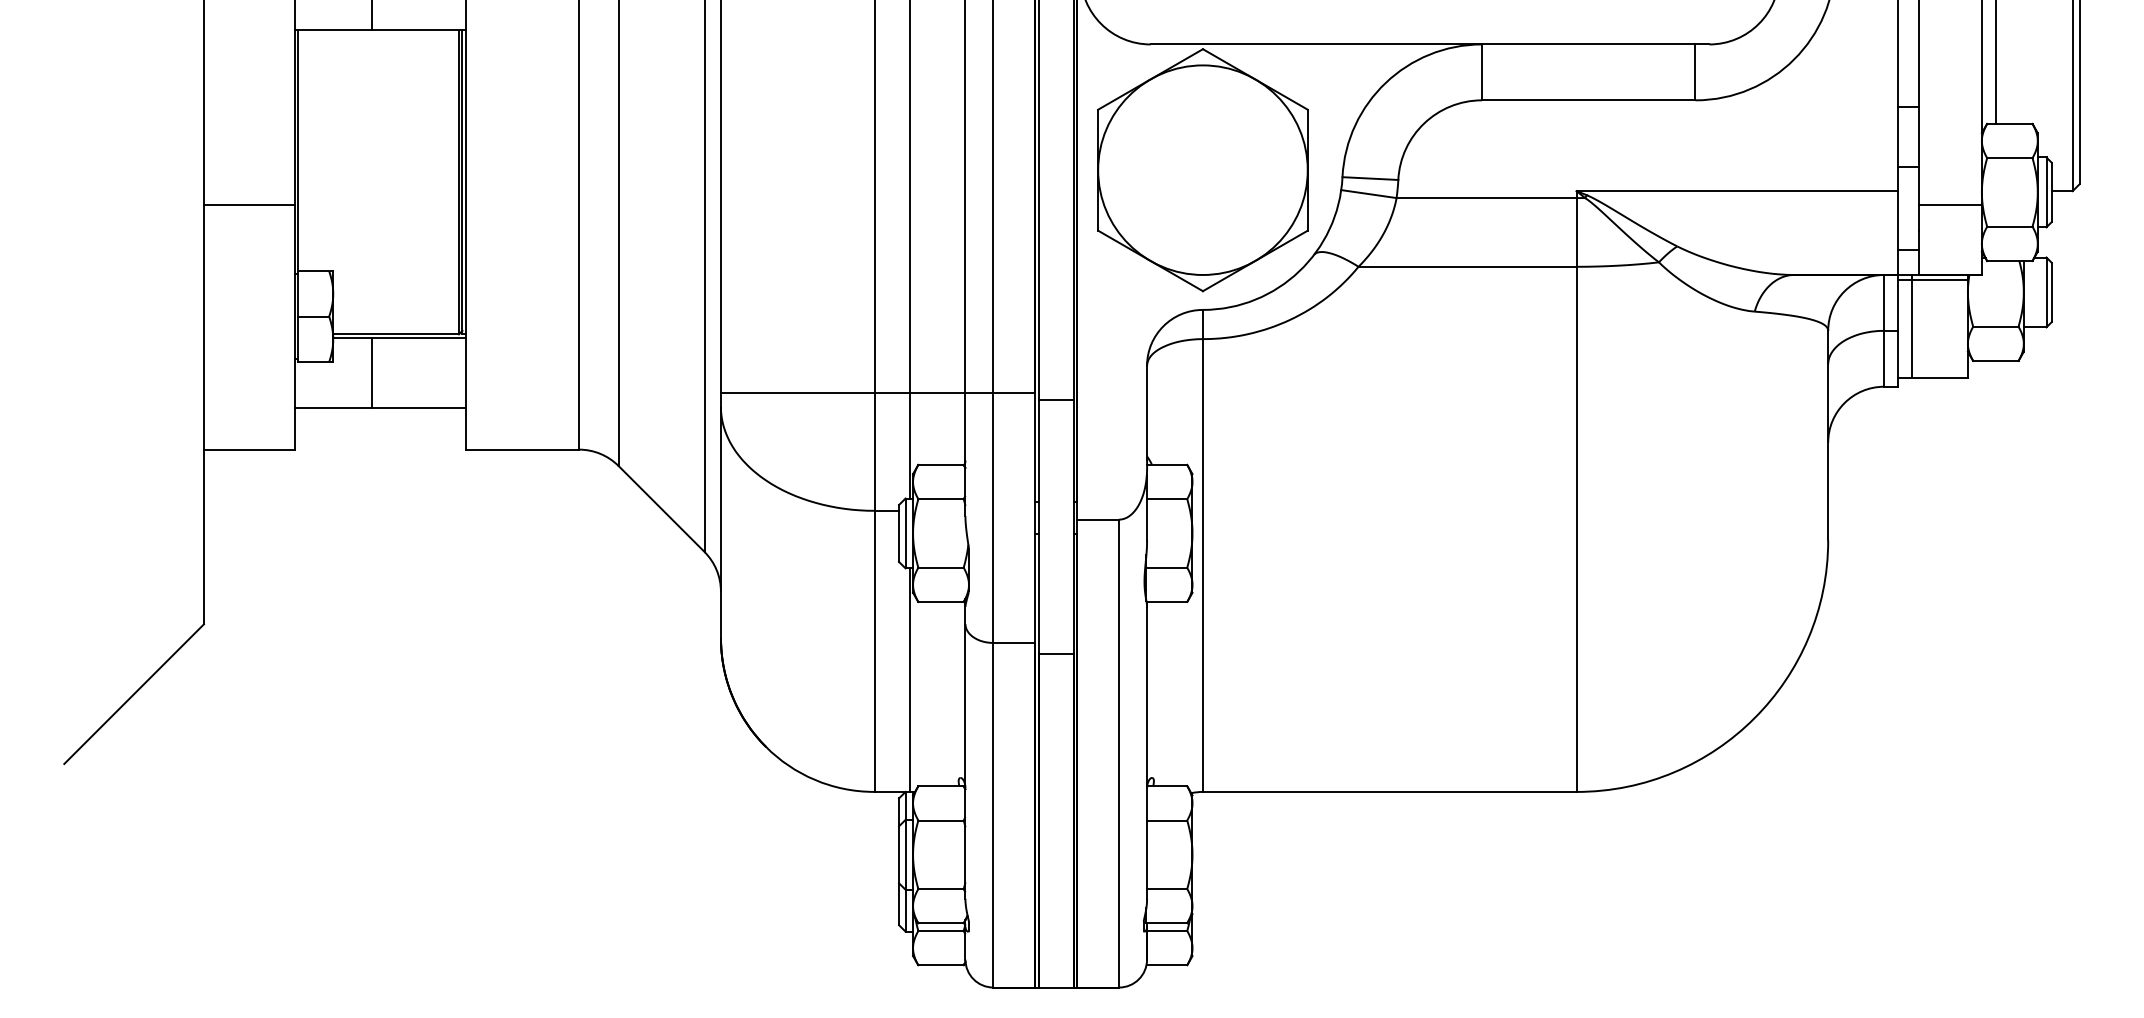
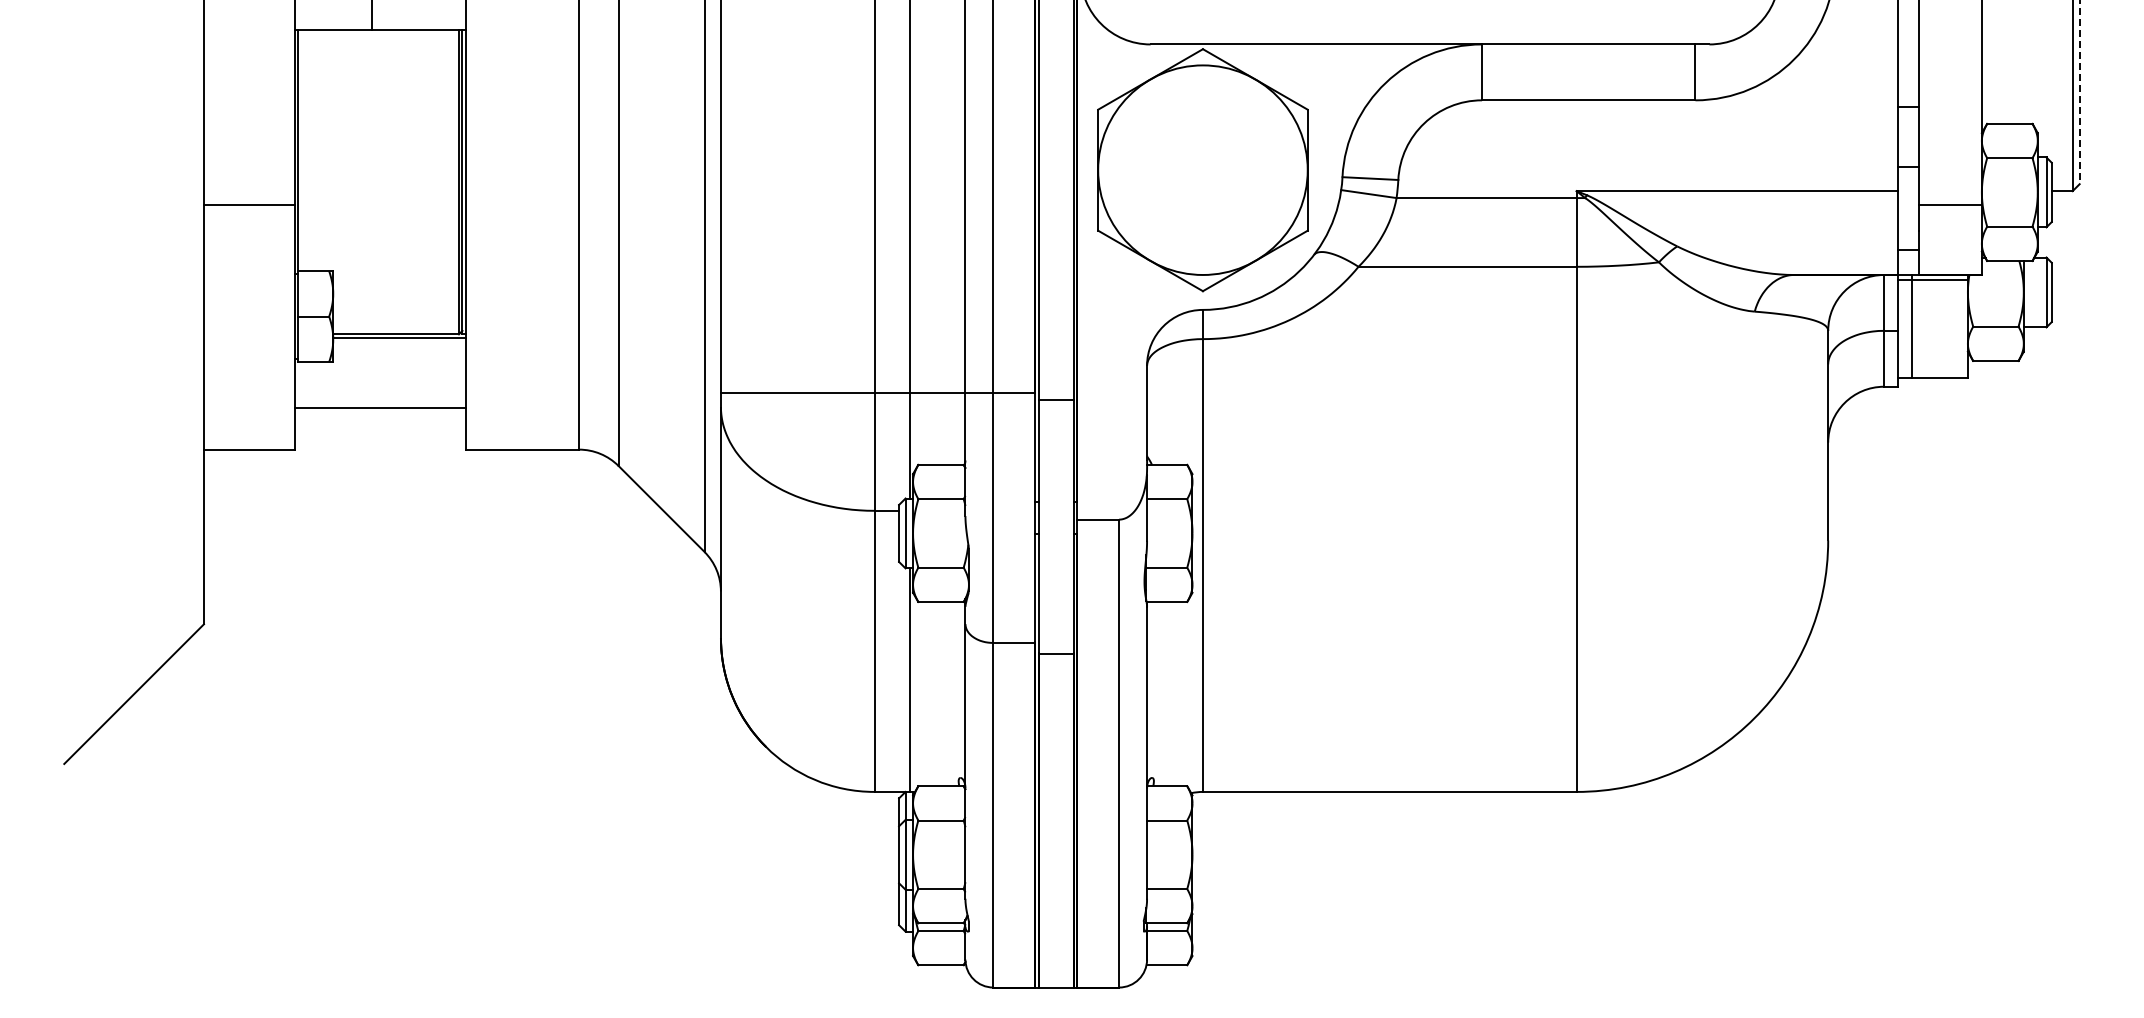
line at (1995, 62): present -> none
line at (2079, 92): solid -> dashed
line at (371, 372): present -> none
